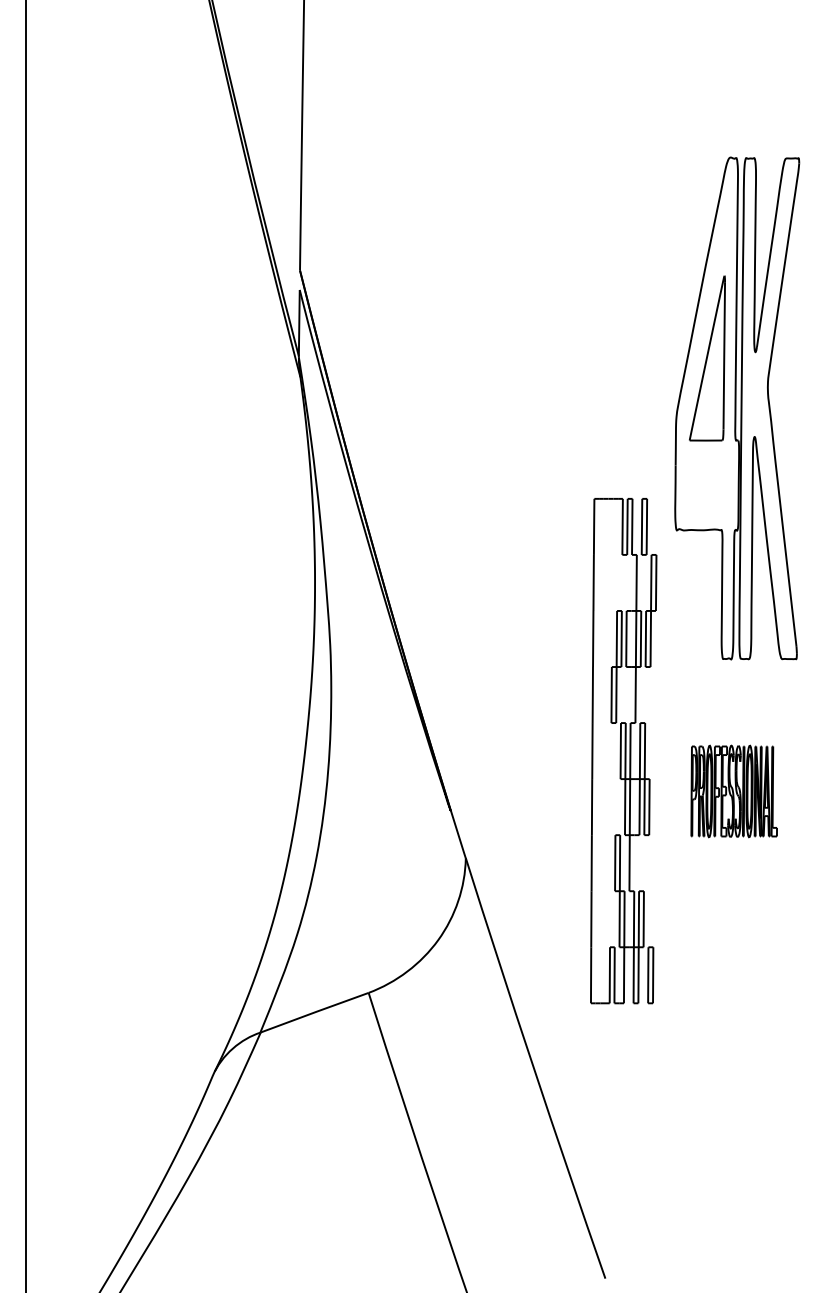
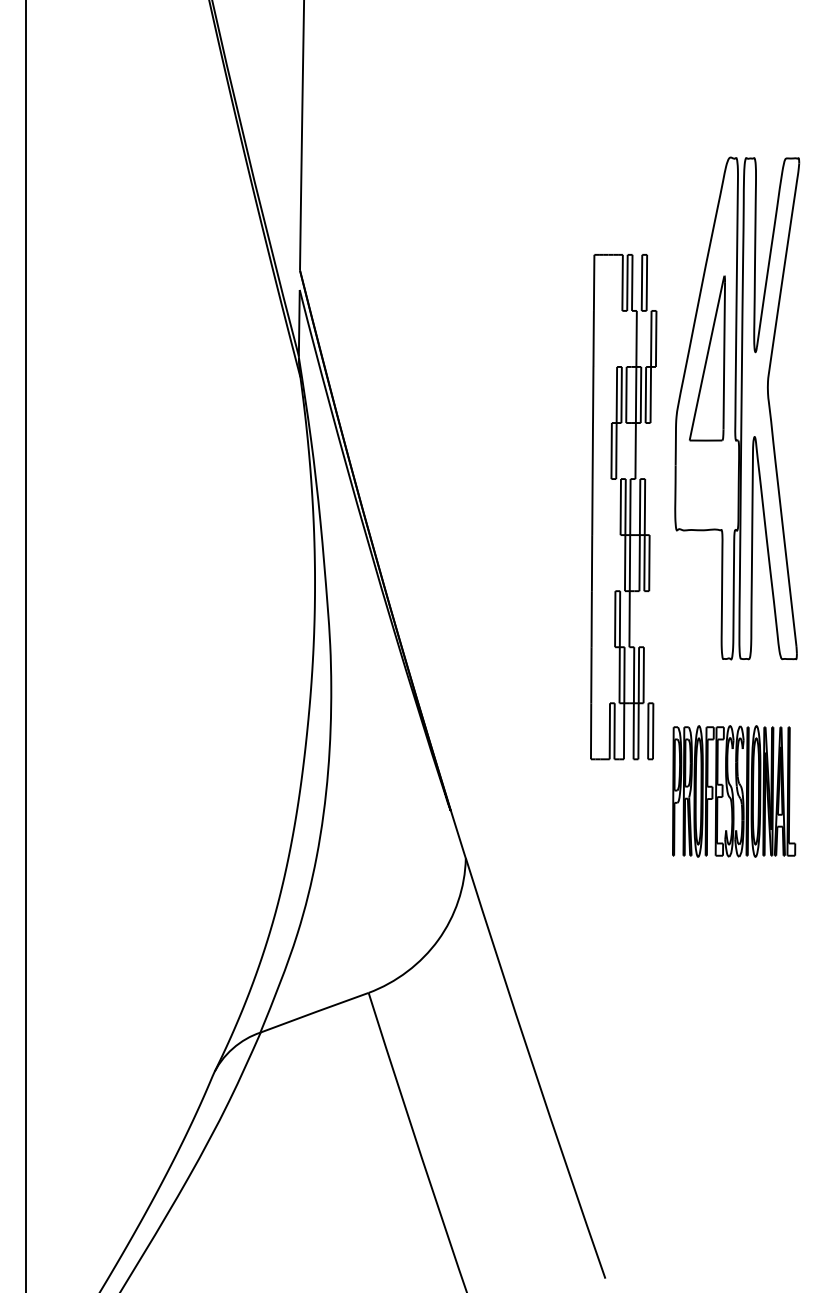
part at (623, 751) position: (623, 751) -> (623, 507)
part at (733, 791) size: 88x95 px -> 125x133 px
